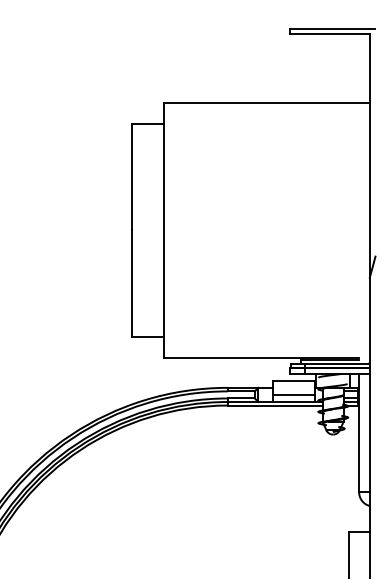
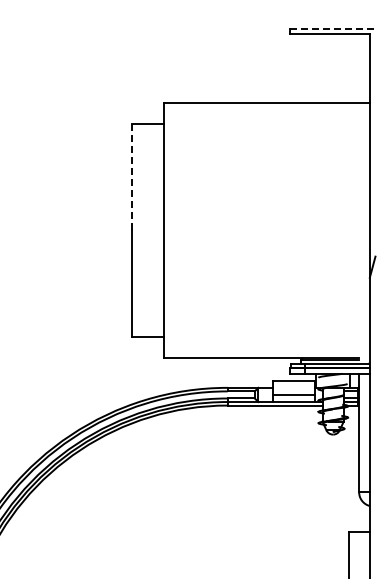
line at (332, 28): solid -> dashed
line at (132, 176): solid -> dashed
